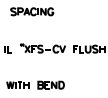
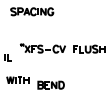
part at (7, 49) position: (7, 49) -> (7, 57)
part at (17, 84) position: (17, 84) -> (17, 79)
